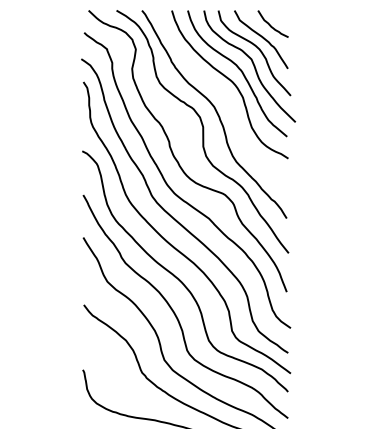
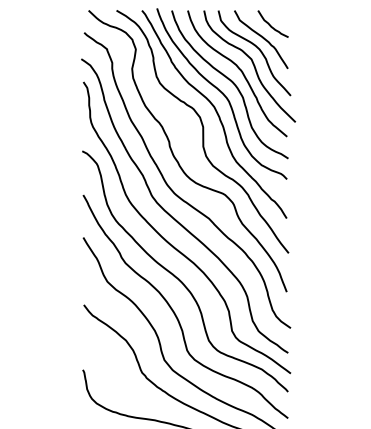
curve at (221, 93): none -> present
